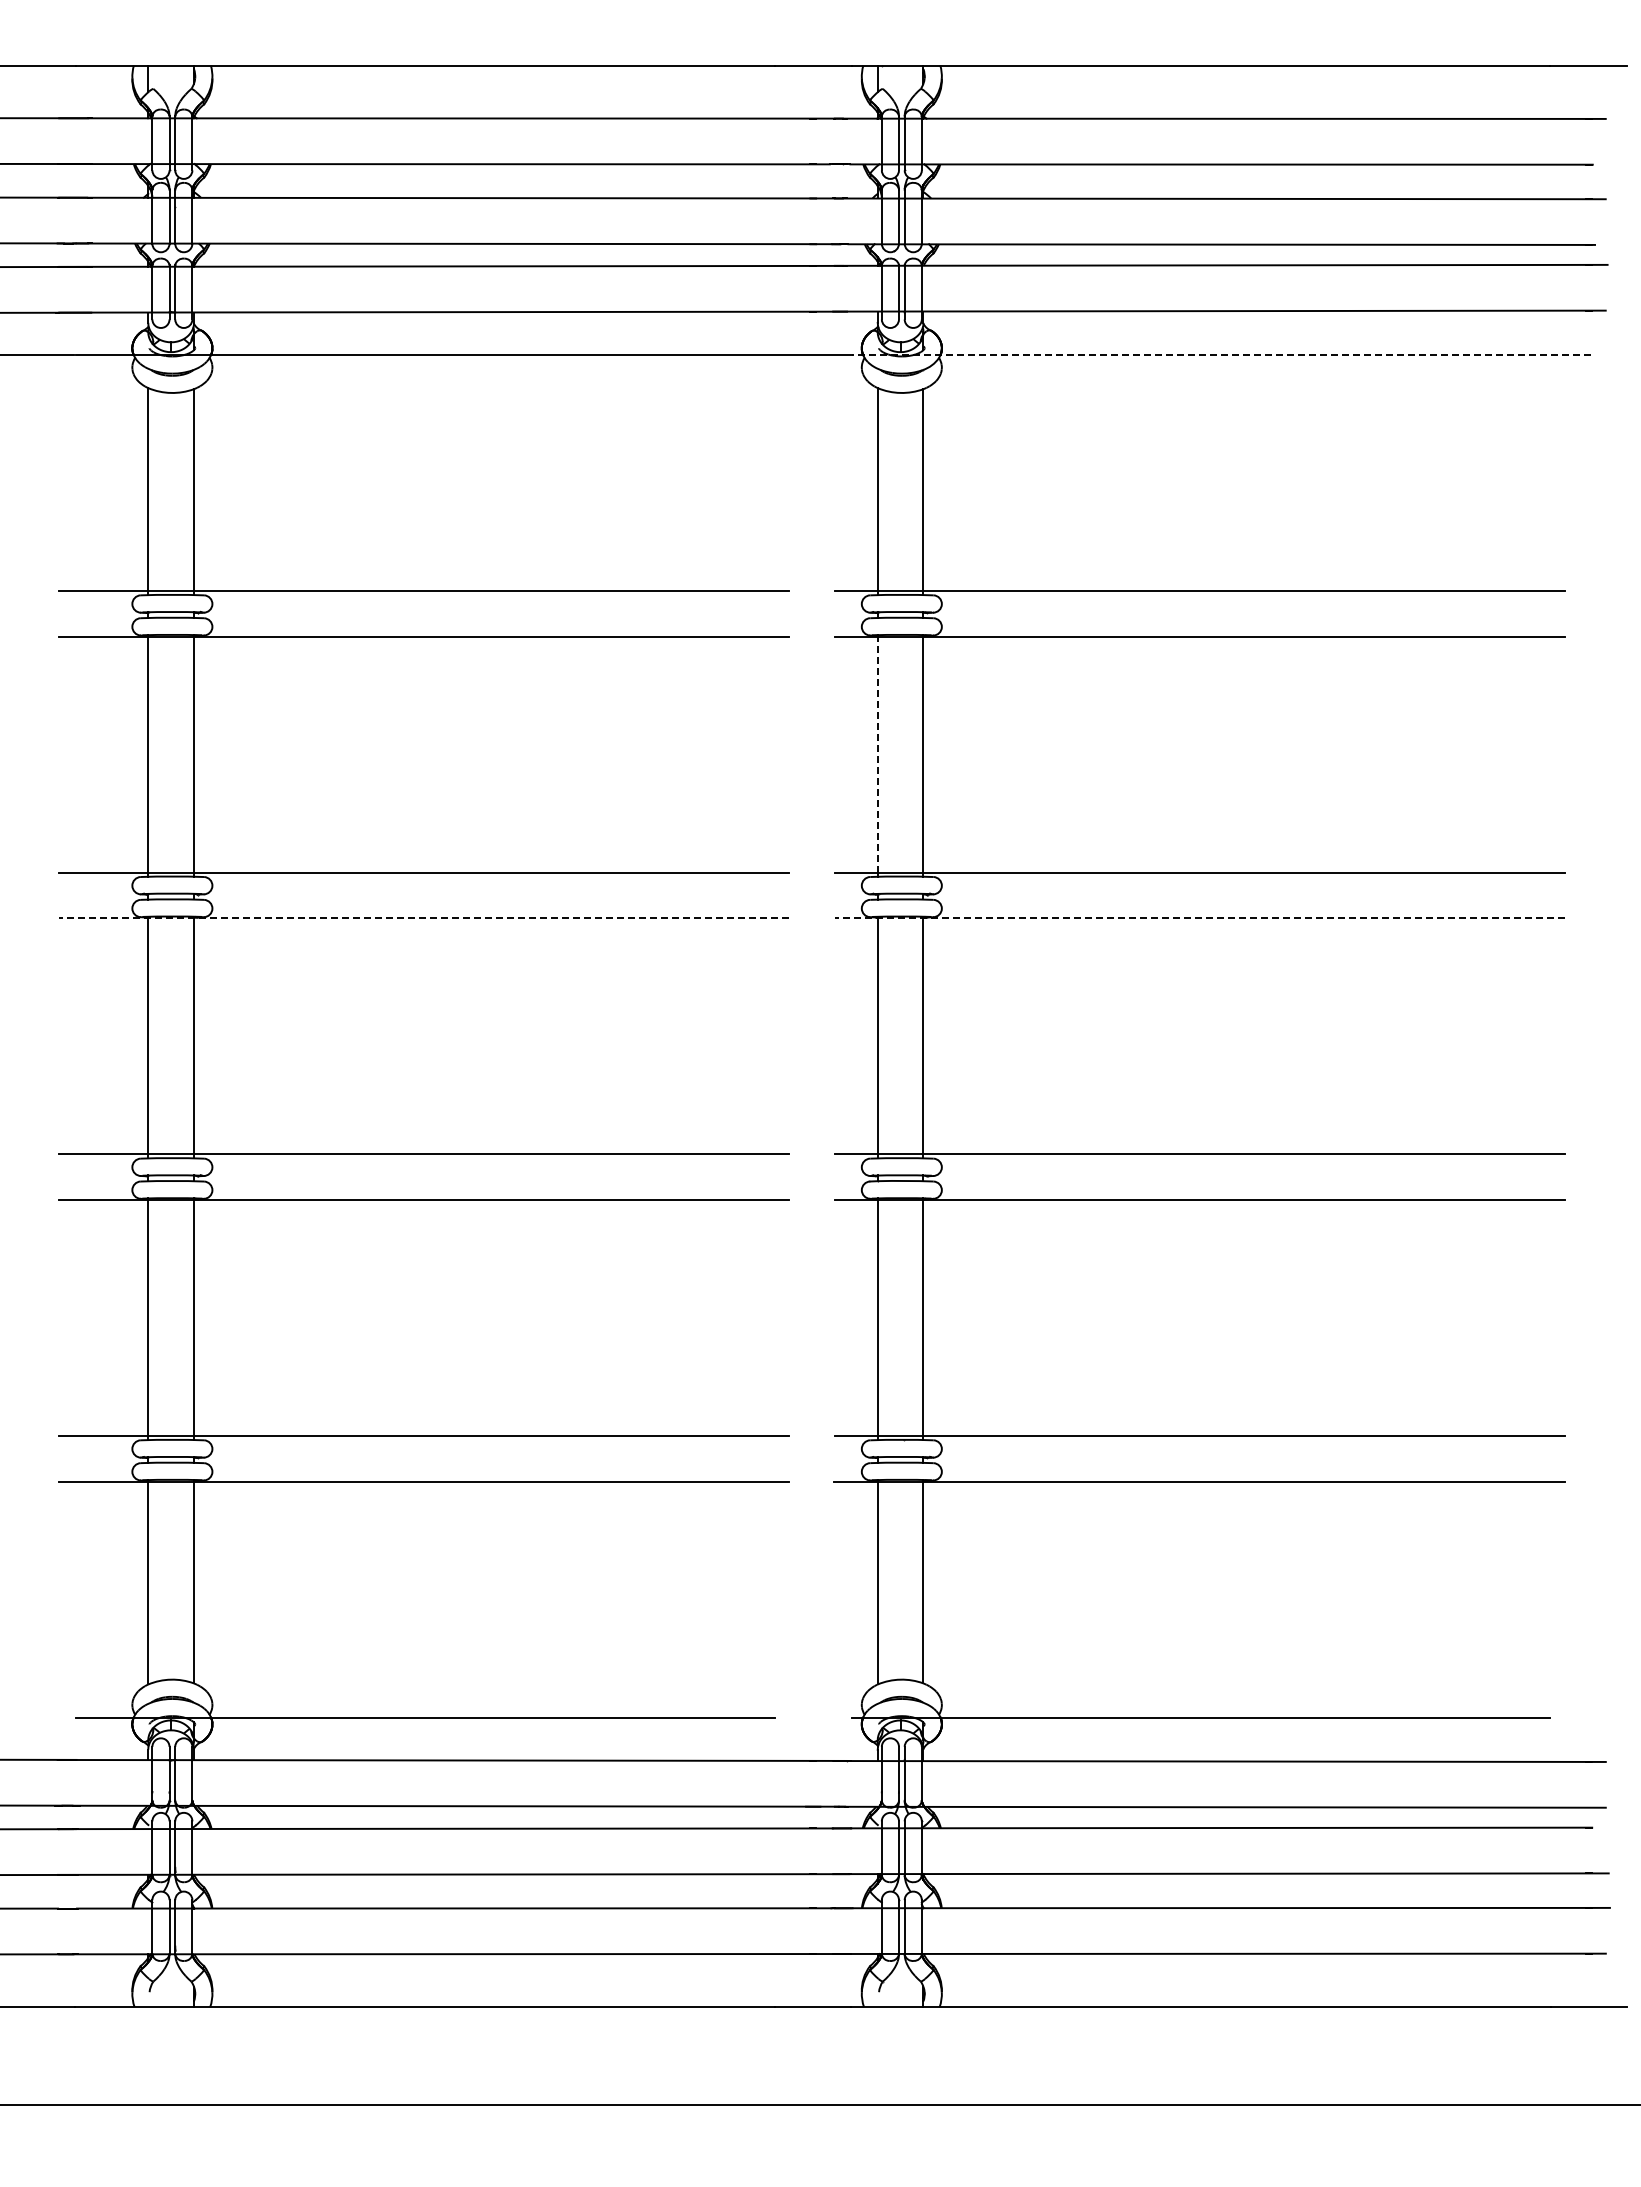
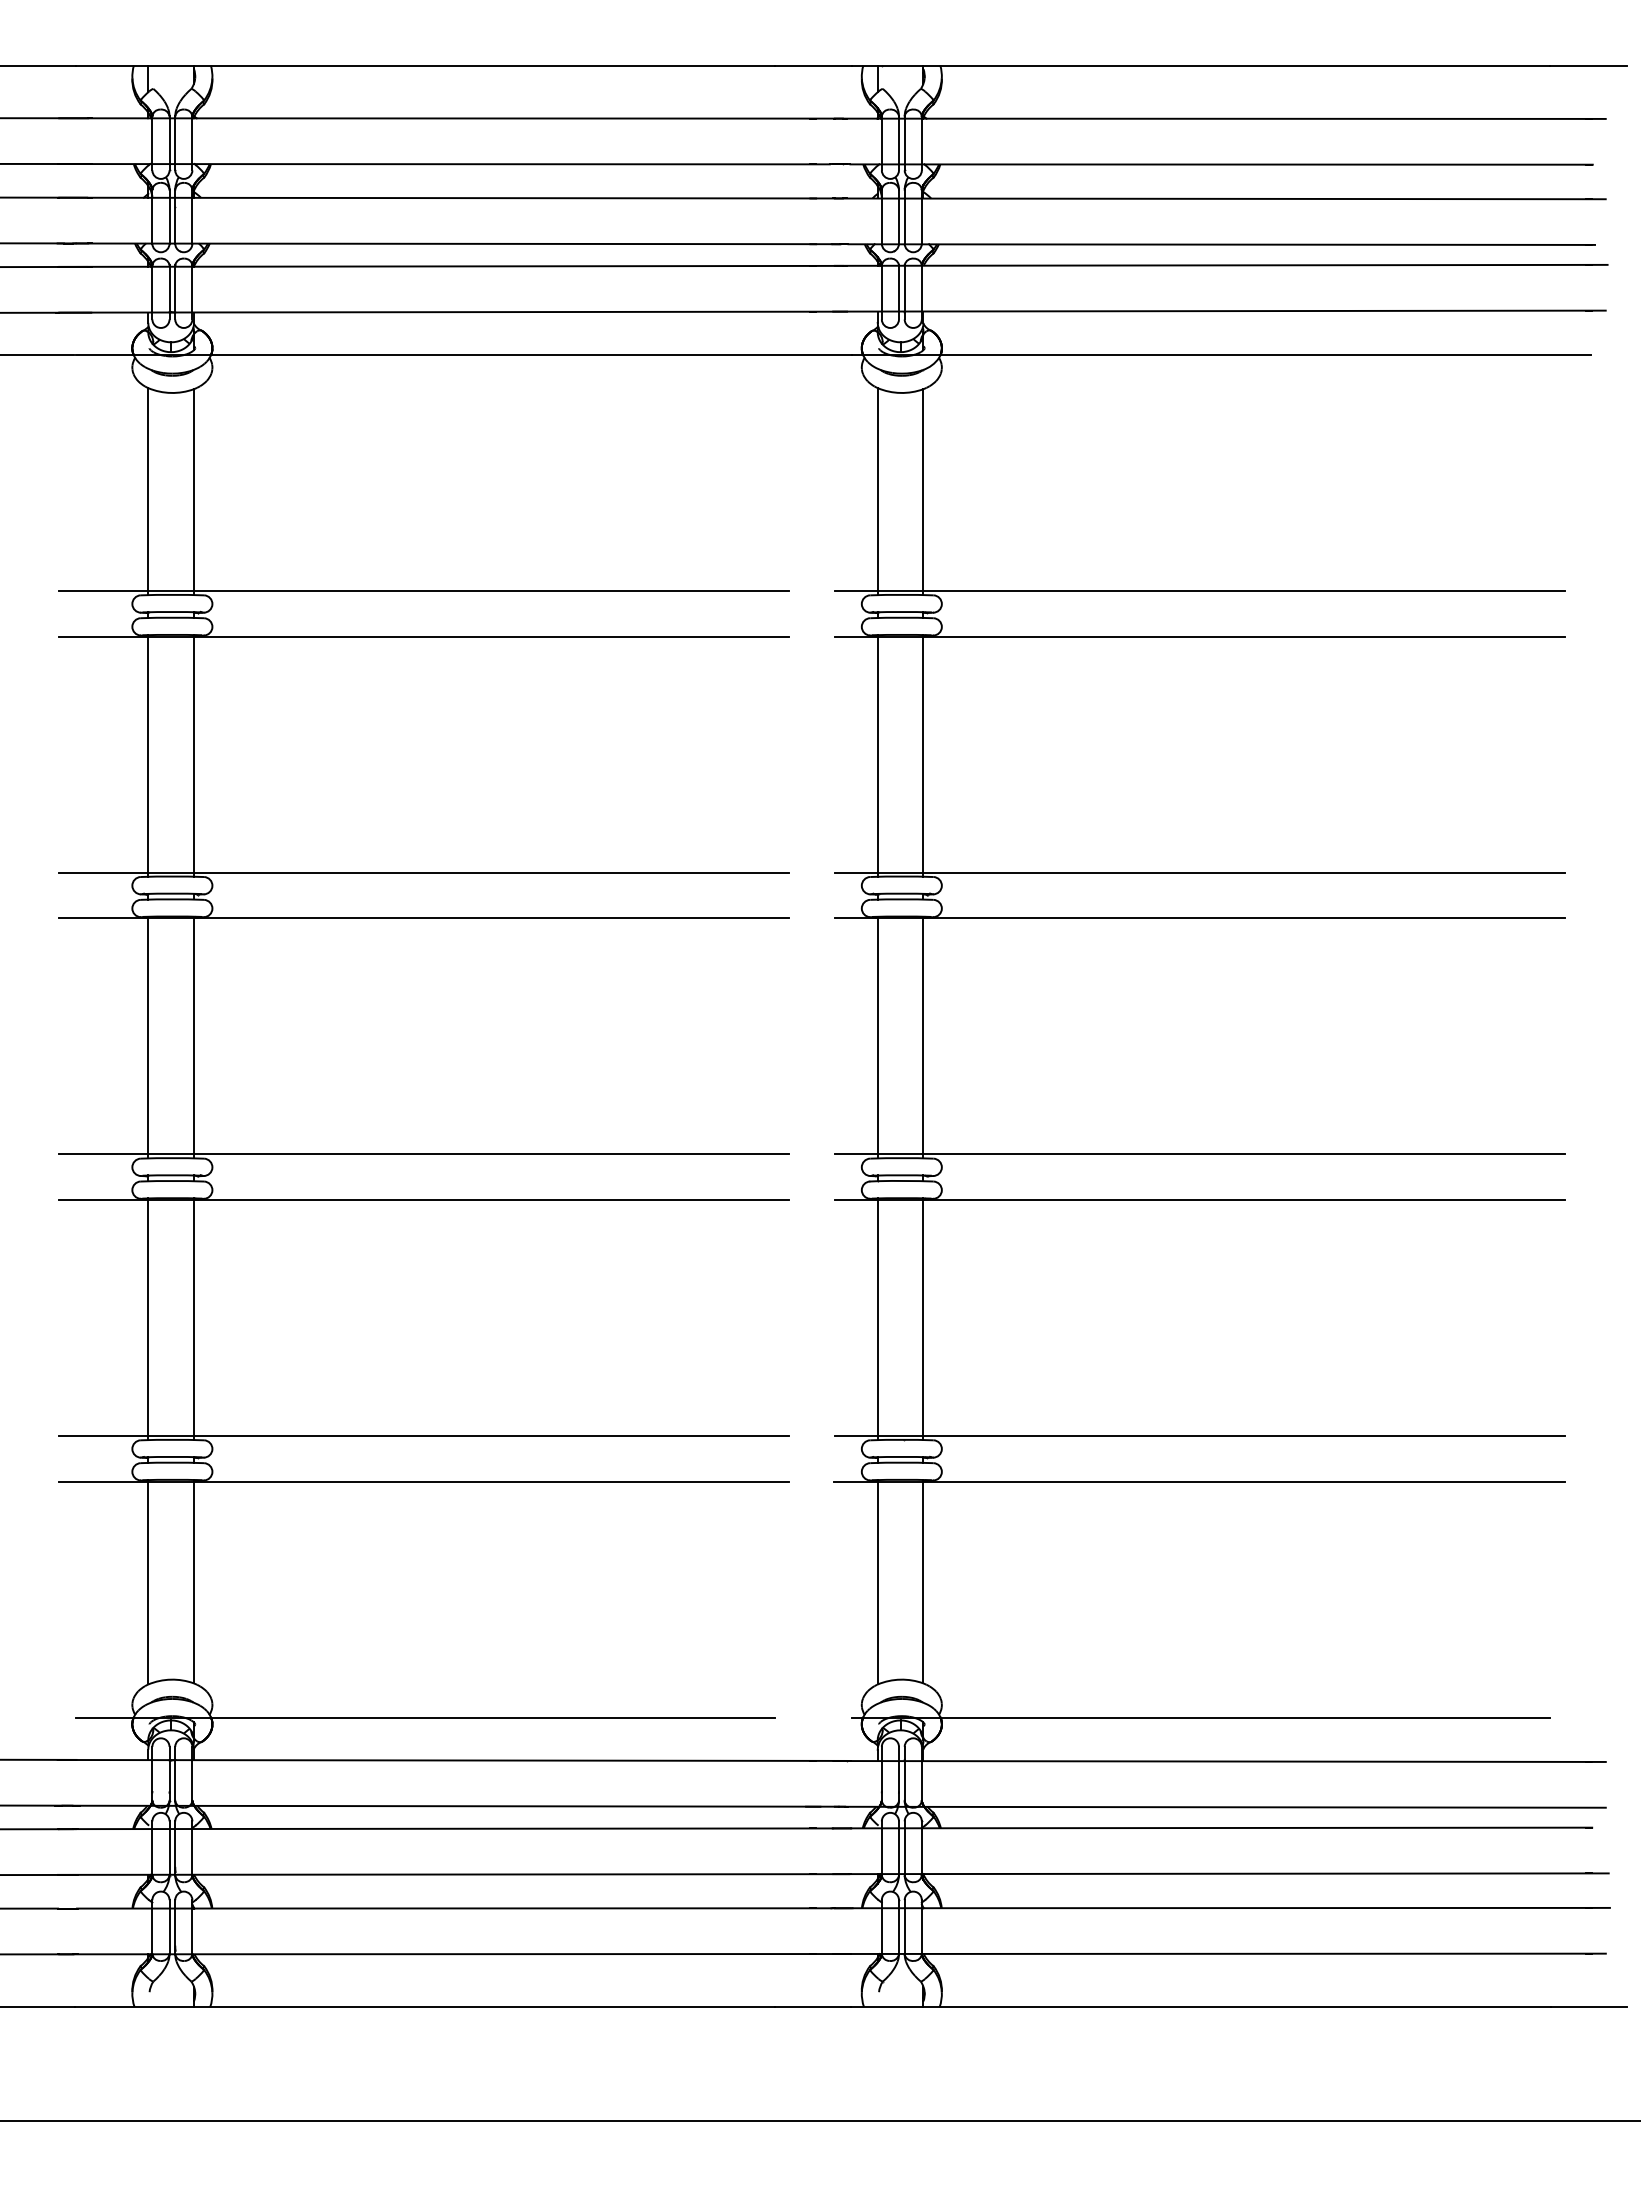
line at (1221, 355): dashed -> solid
line at (877, 754): dashed -> solid
line at (424, 918): dashed -> solid
line at (1199, 918): dashed -> solid
line at (819, 2105) position: (819, 2105) -> (819, 2121)
